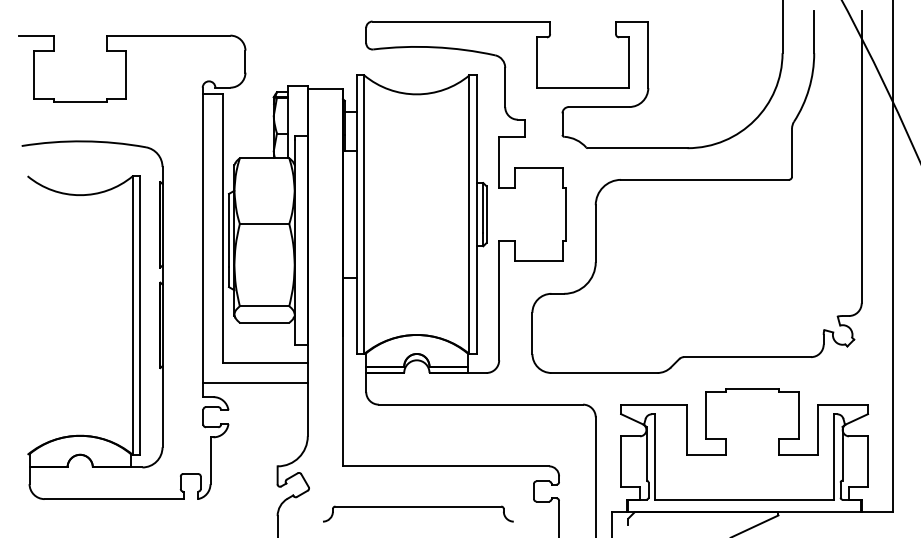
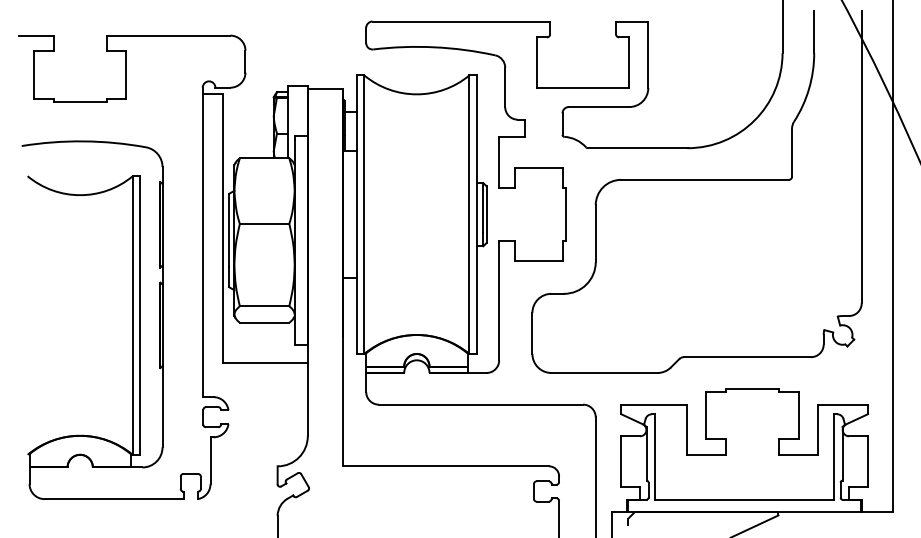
line at (254, 383): present -> none
part at (418, 513): present -> none
